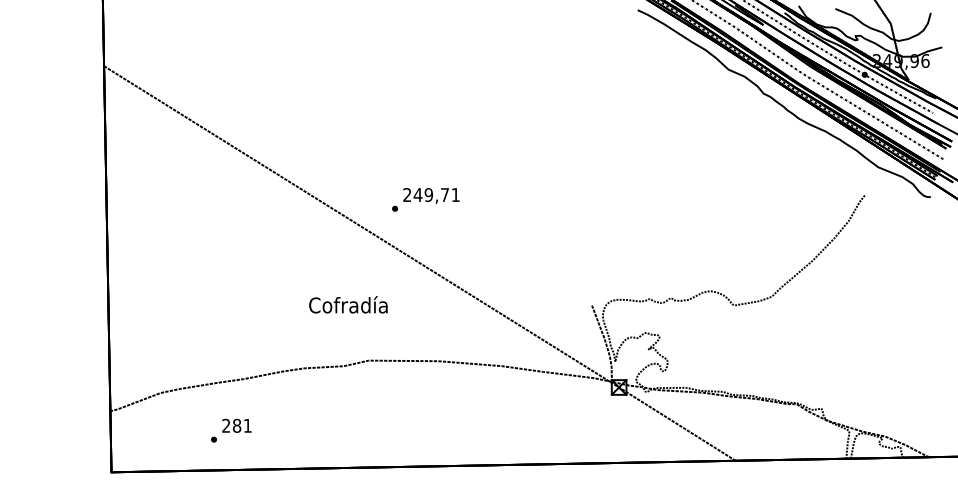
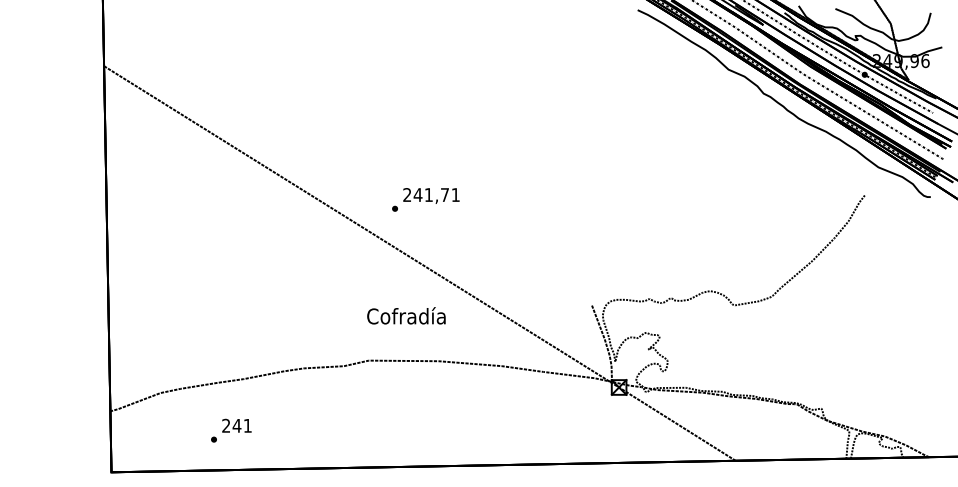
text at (428, 195): 249,71 -> 241,71
text at (348, 304) position: (348, 304) -> (406, 315)
text at (236, 425): 281 -> 241
